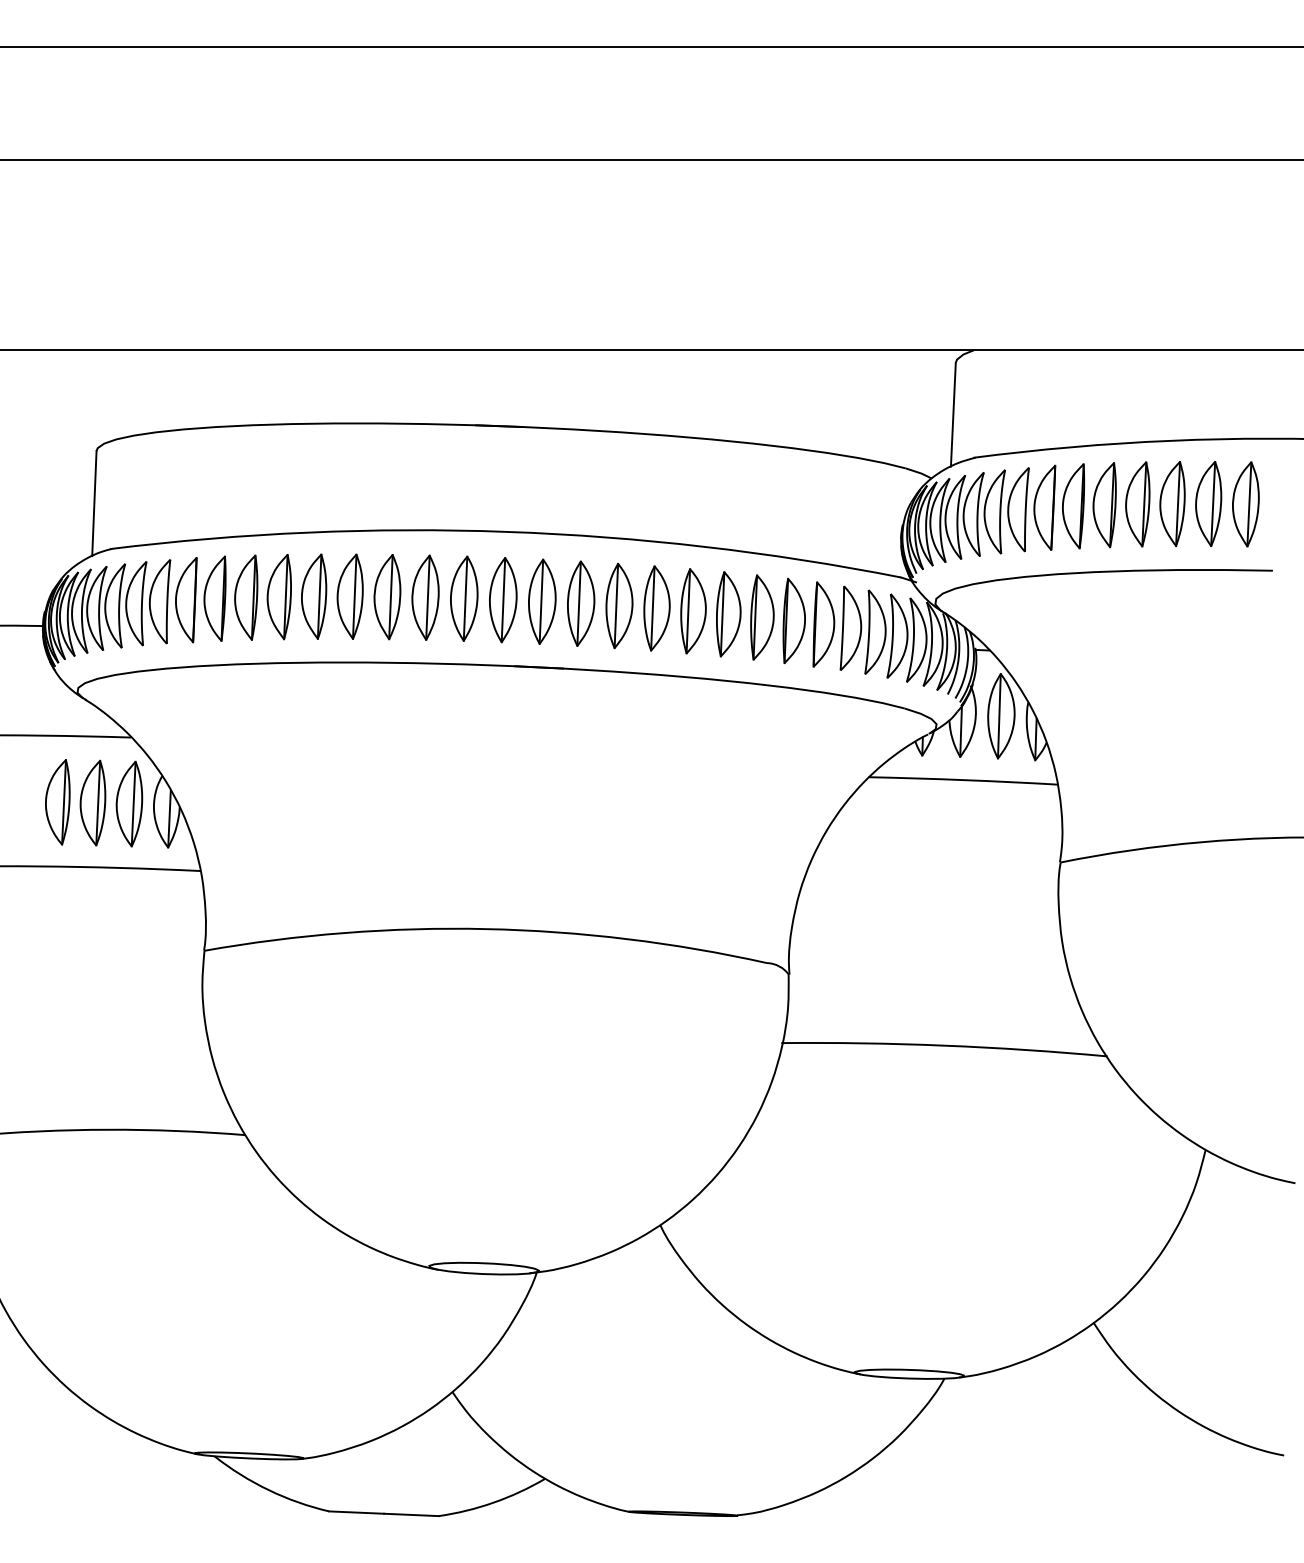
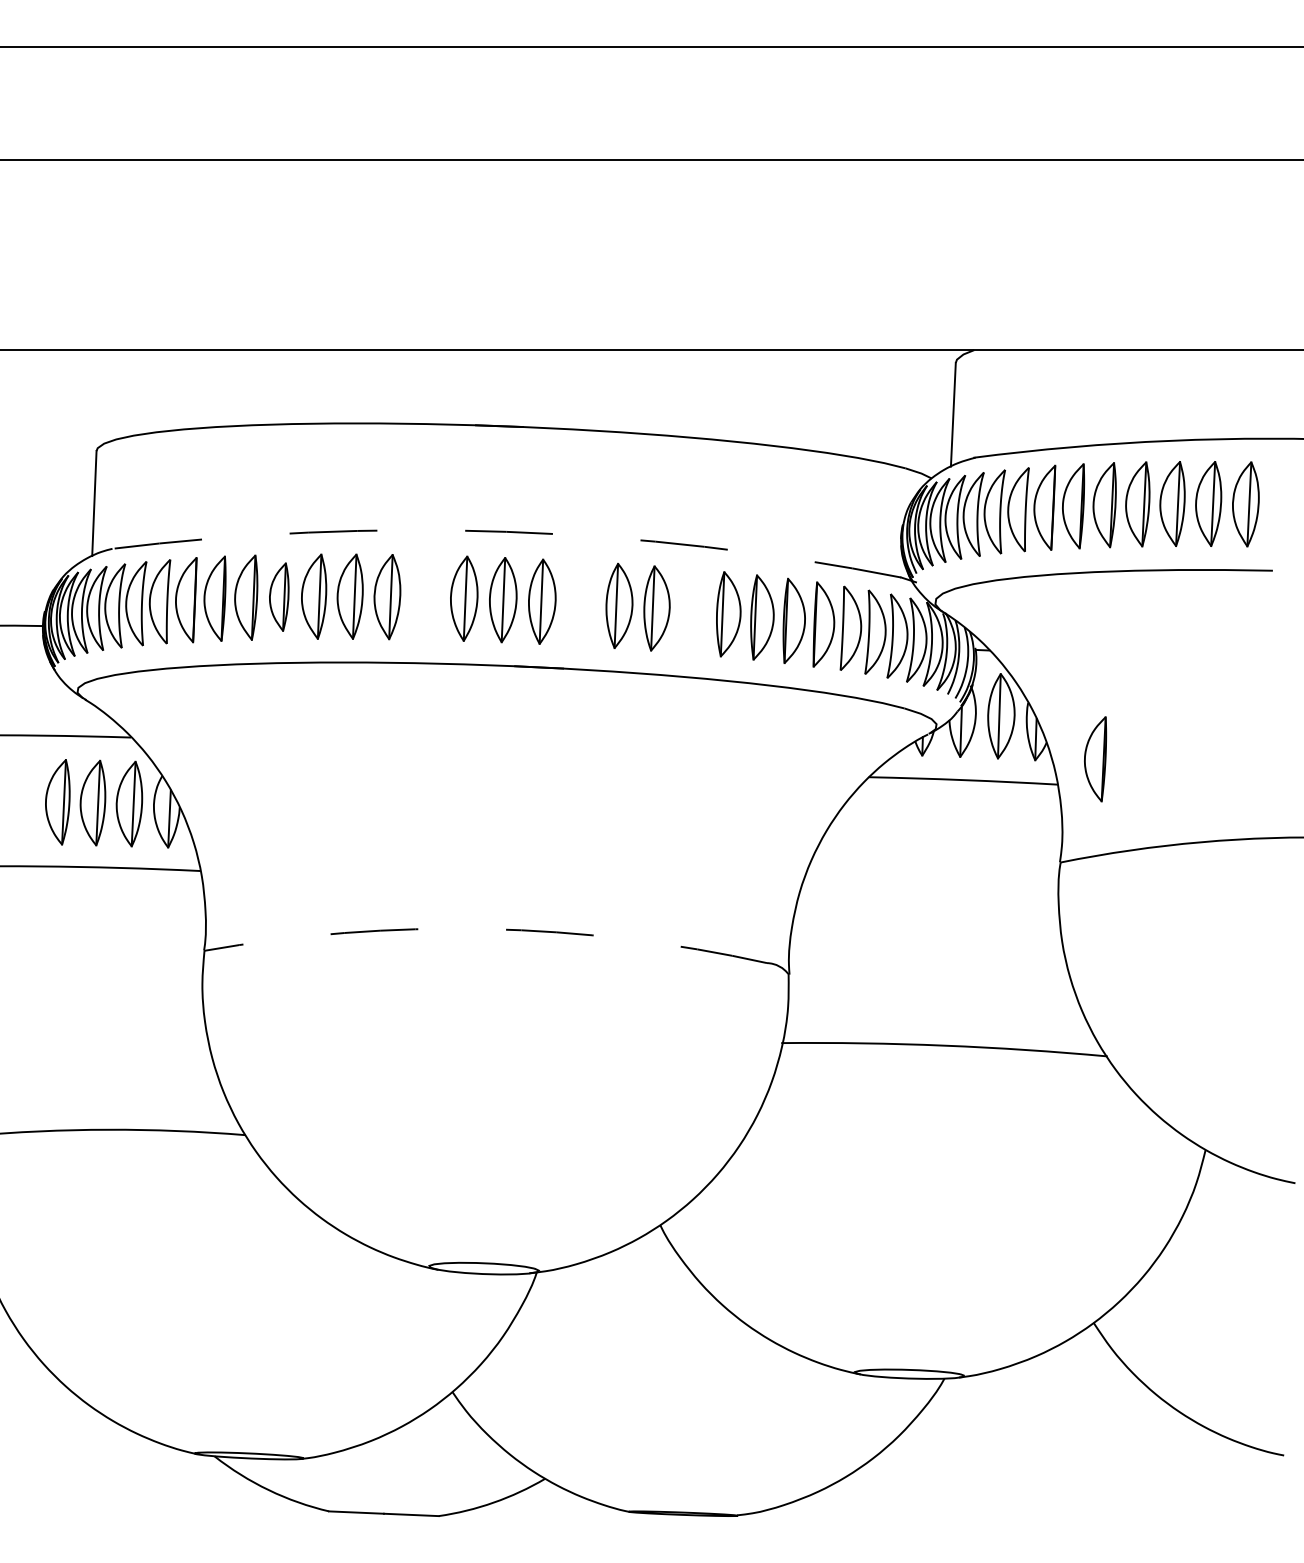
arc at (506, 531): solid -> dashed
part at (278, 597) size: 26x87 px -> 21x70 px
part at (425, 597): present -> none
part at (581, 603): present -> none
part at (693, 611): present -> none
part at (1095, 759): none -> present
arc at (486, 929): solid -> dashed
